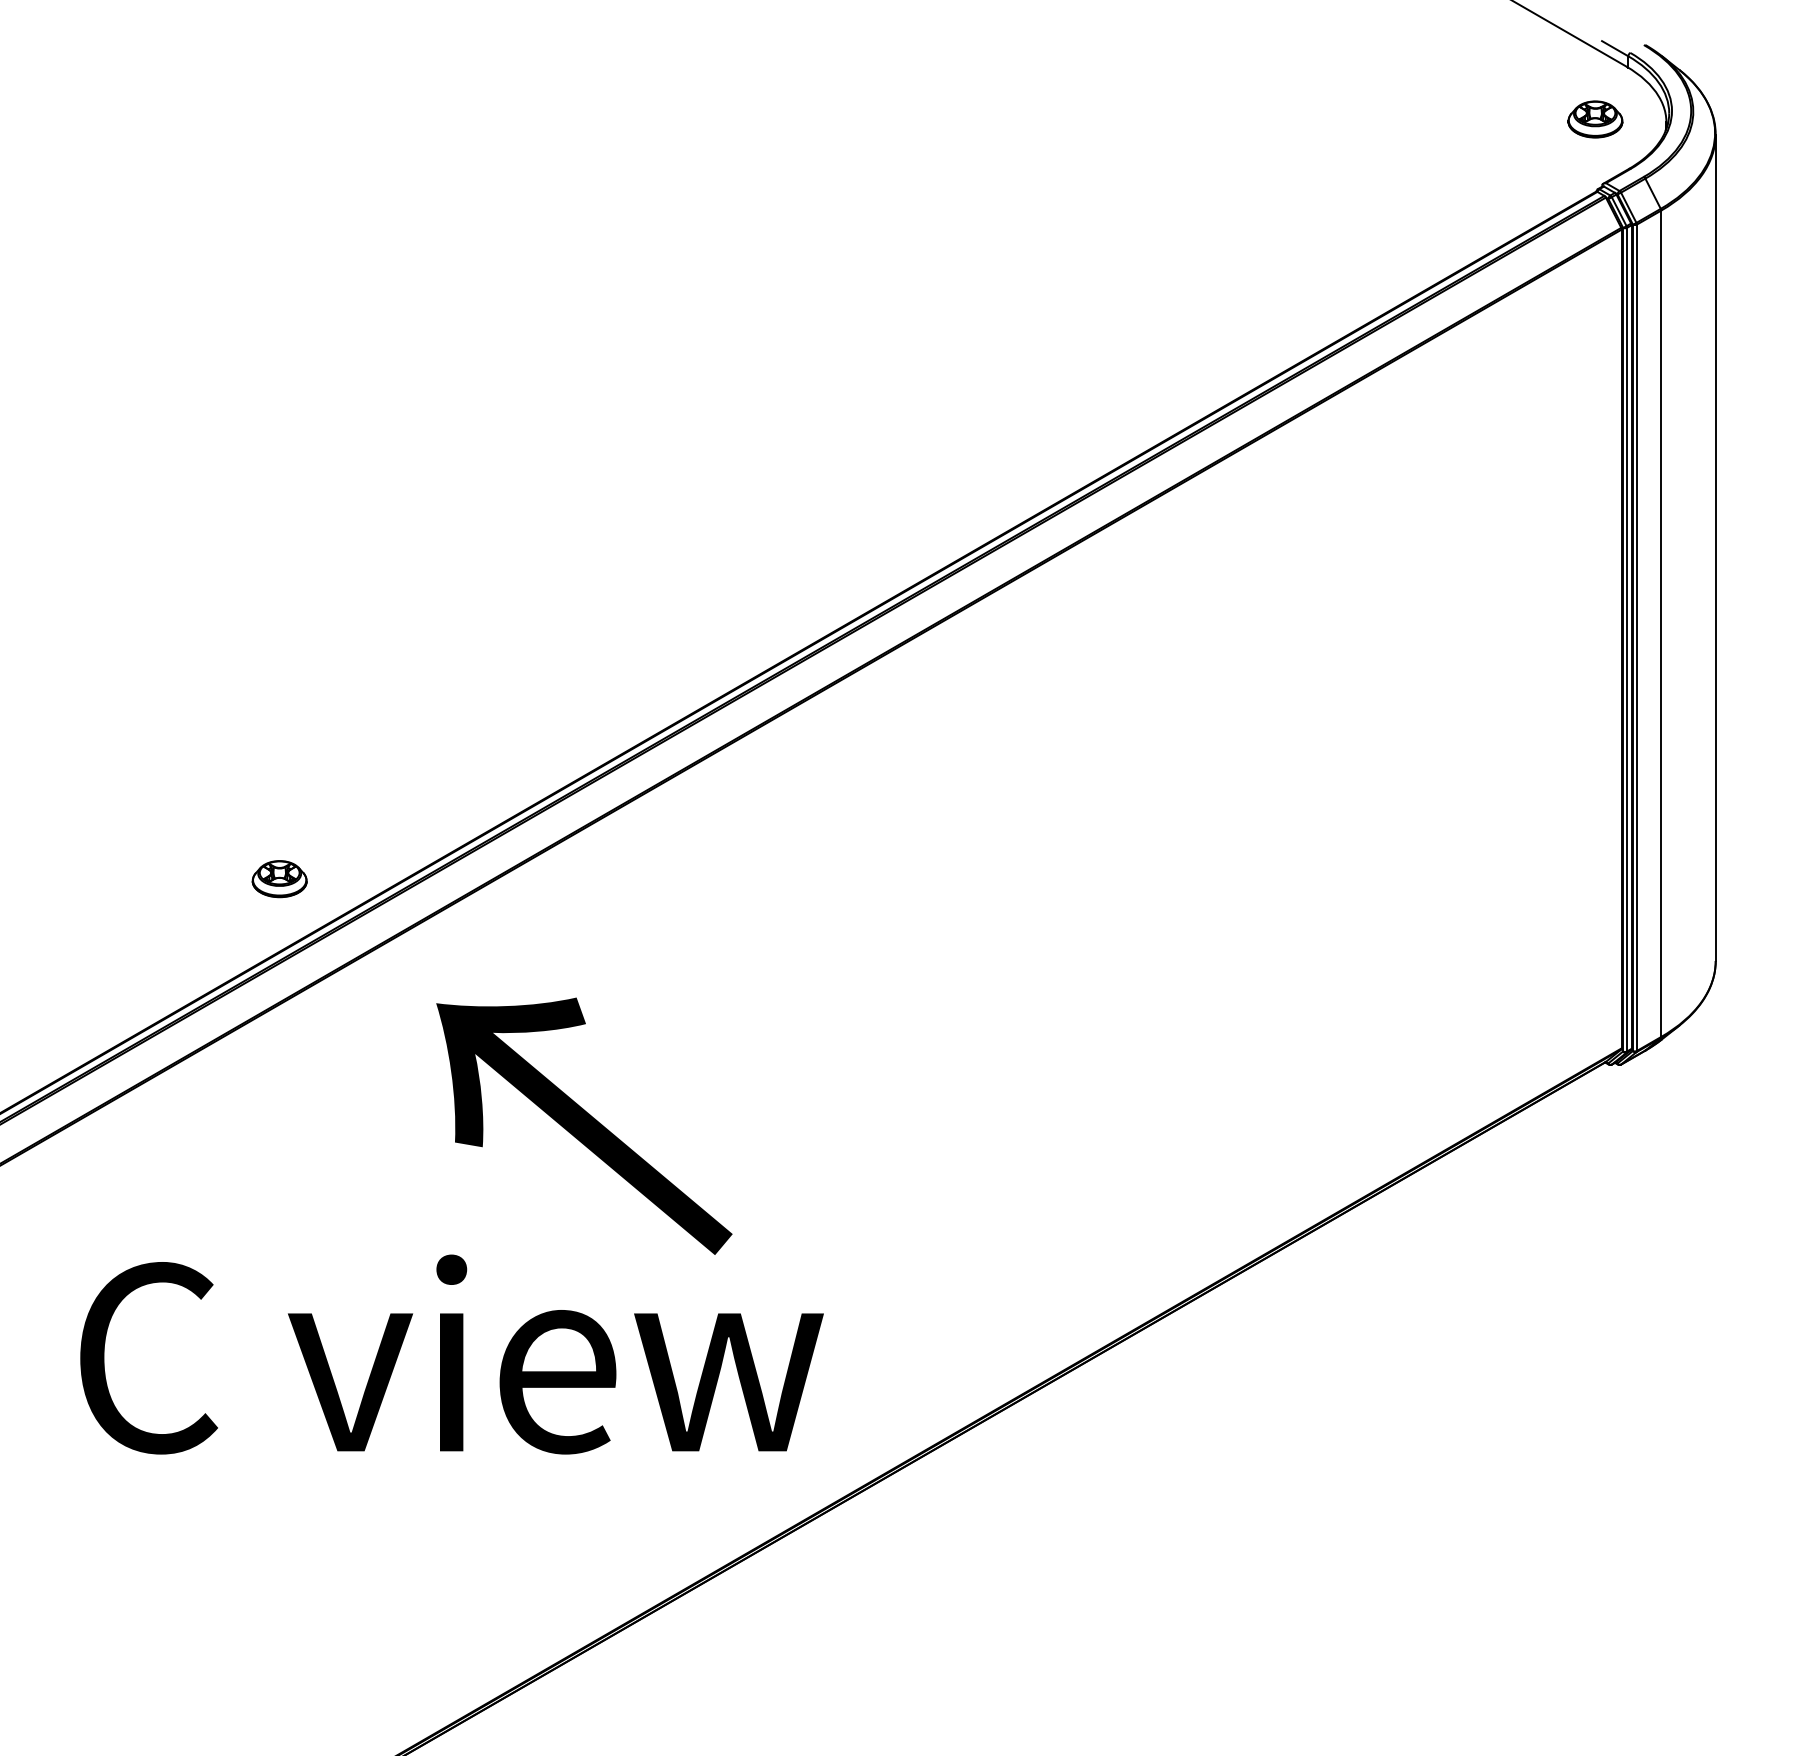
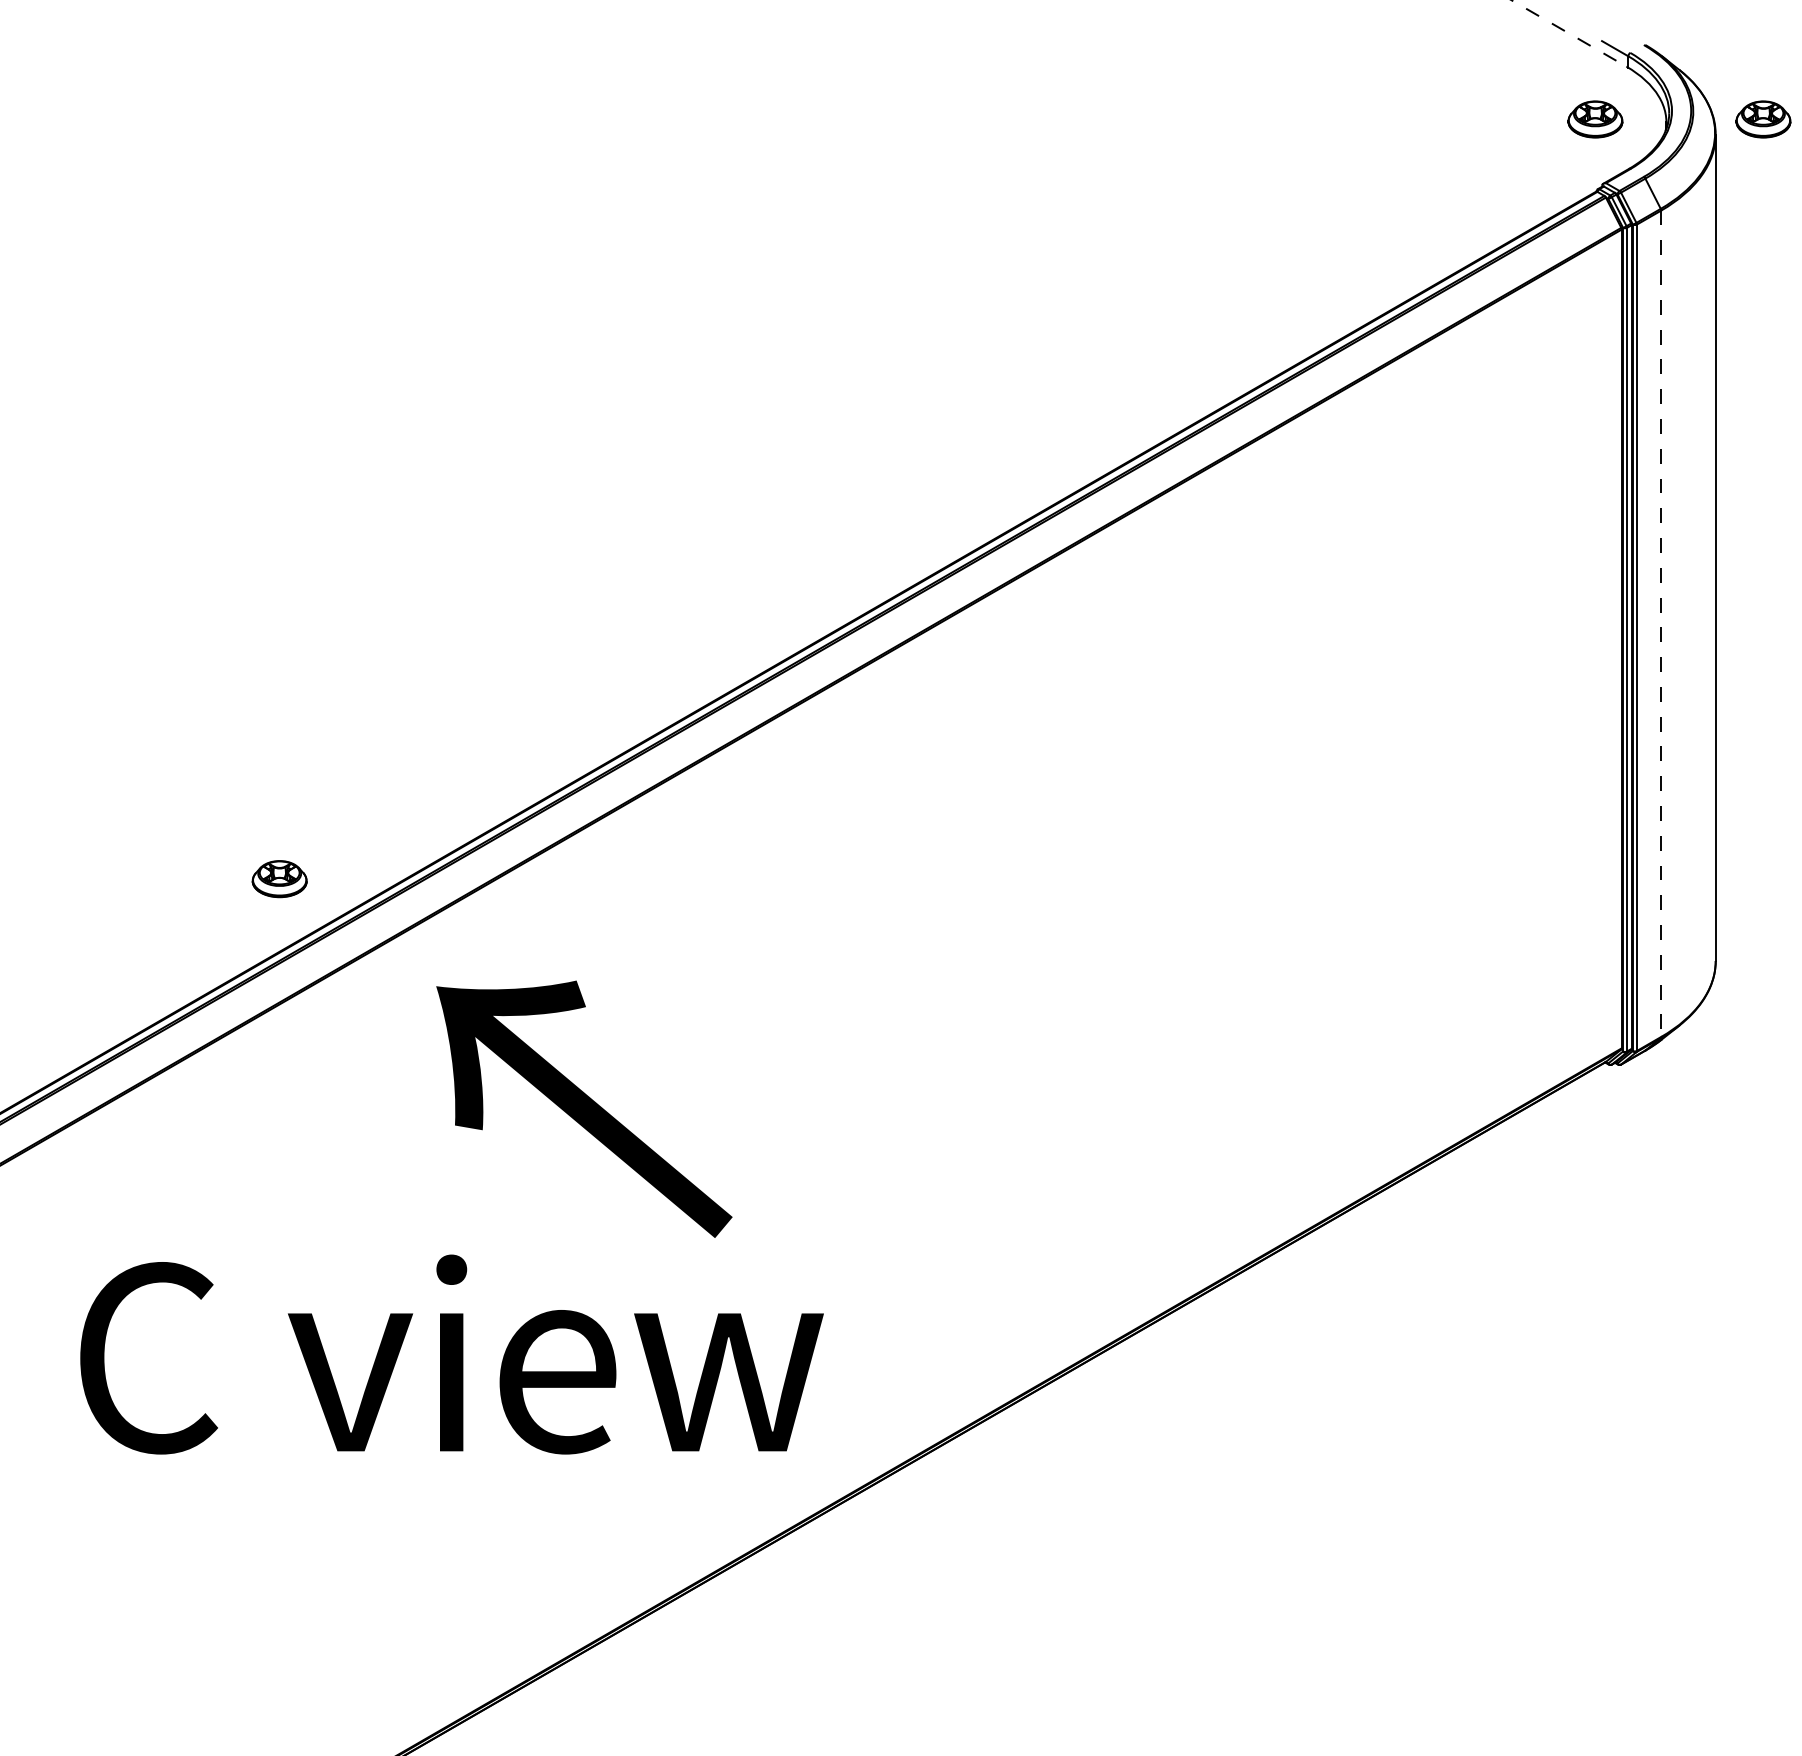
line at (1569, 33): solid -> dashed
part at (1763, 119): none -> present
line at (1661, 624): solid -> dashed
text at (584, 1125) position: (584, 1125) -> (584, 1108)
